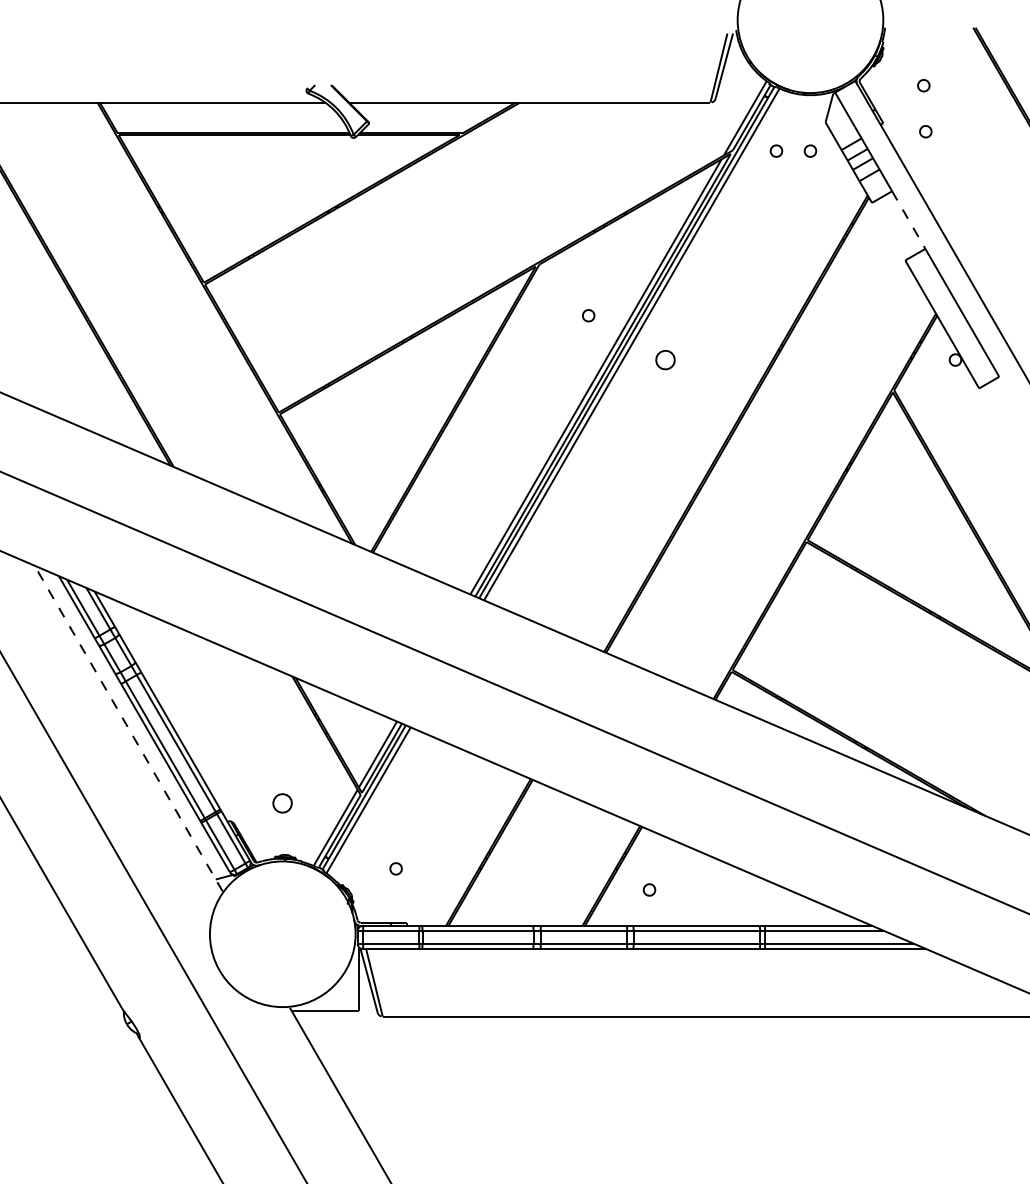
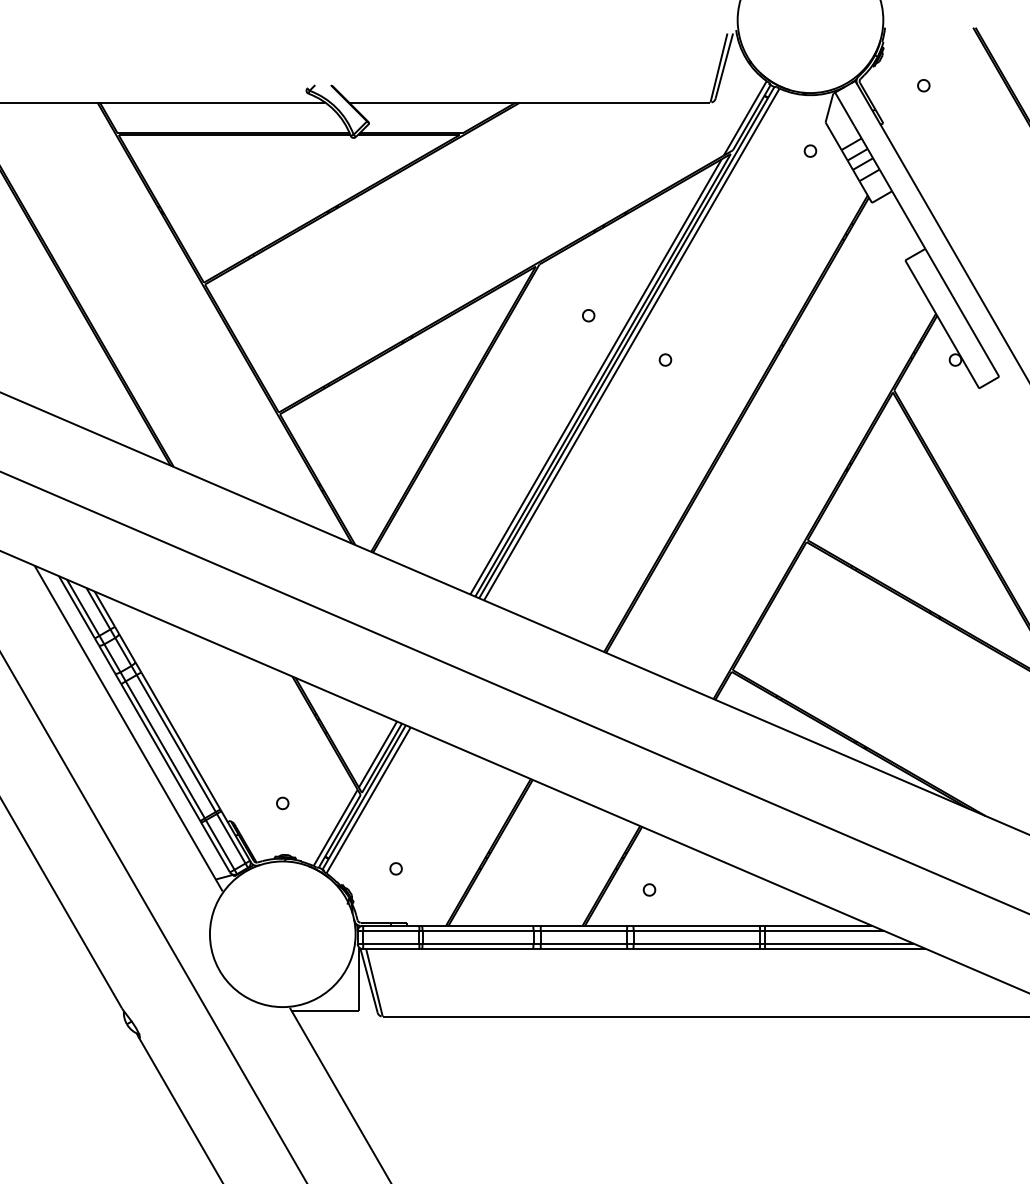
part at (925, 131): present -> none
part at (776, 150): present -> none
line at (909, 220): dashed -> solid
part at (665, 360) size: 21x21 px -> 15x14 px
line at (128, 728): dashed -> solid
part at (282, 803) size: 21x21 px -> 14x15 px
